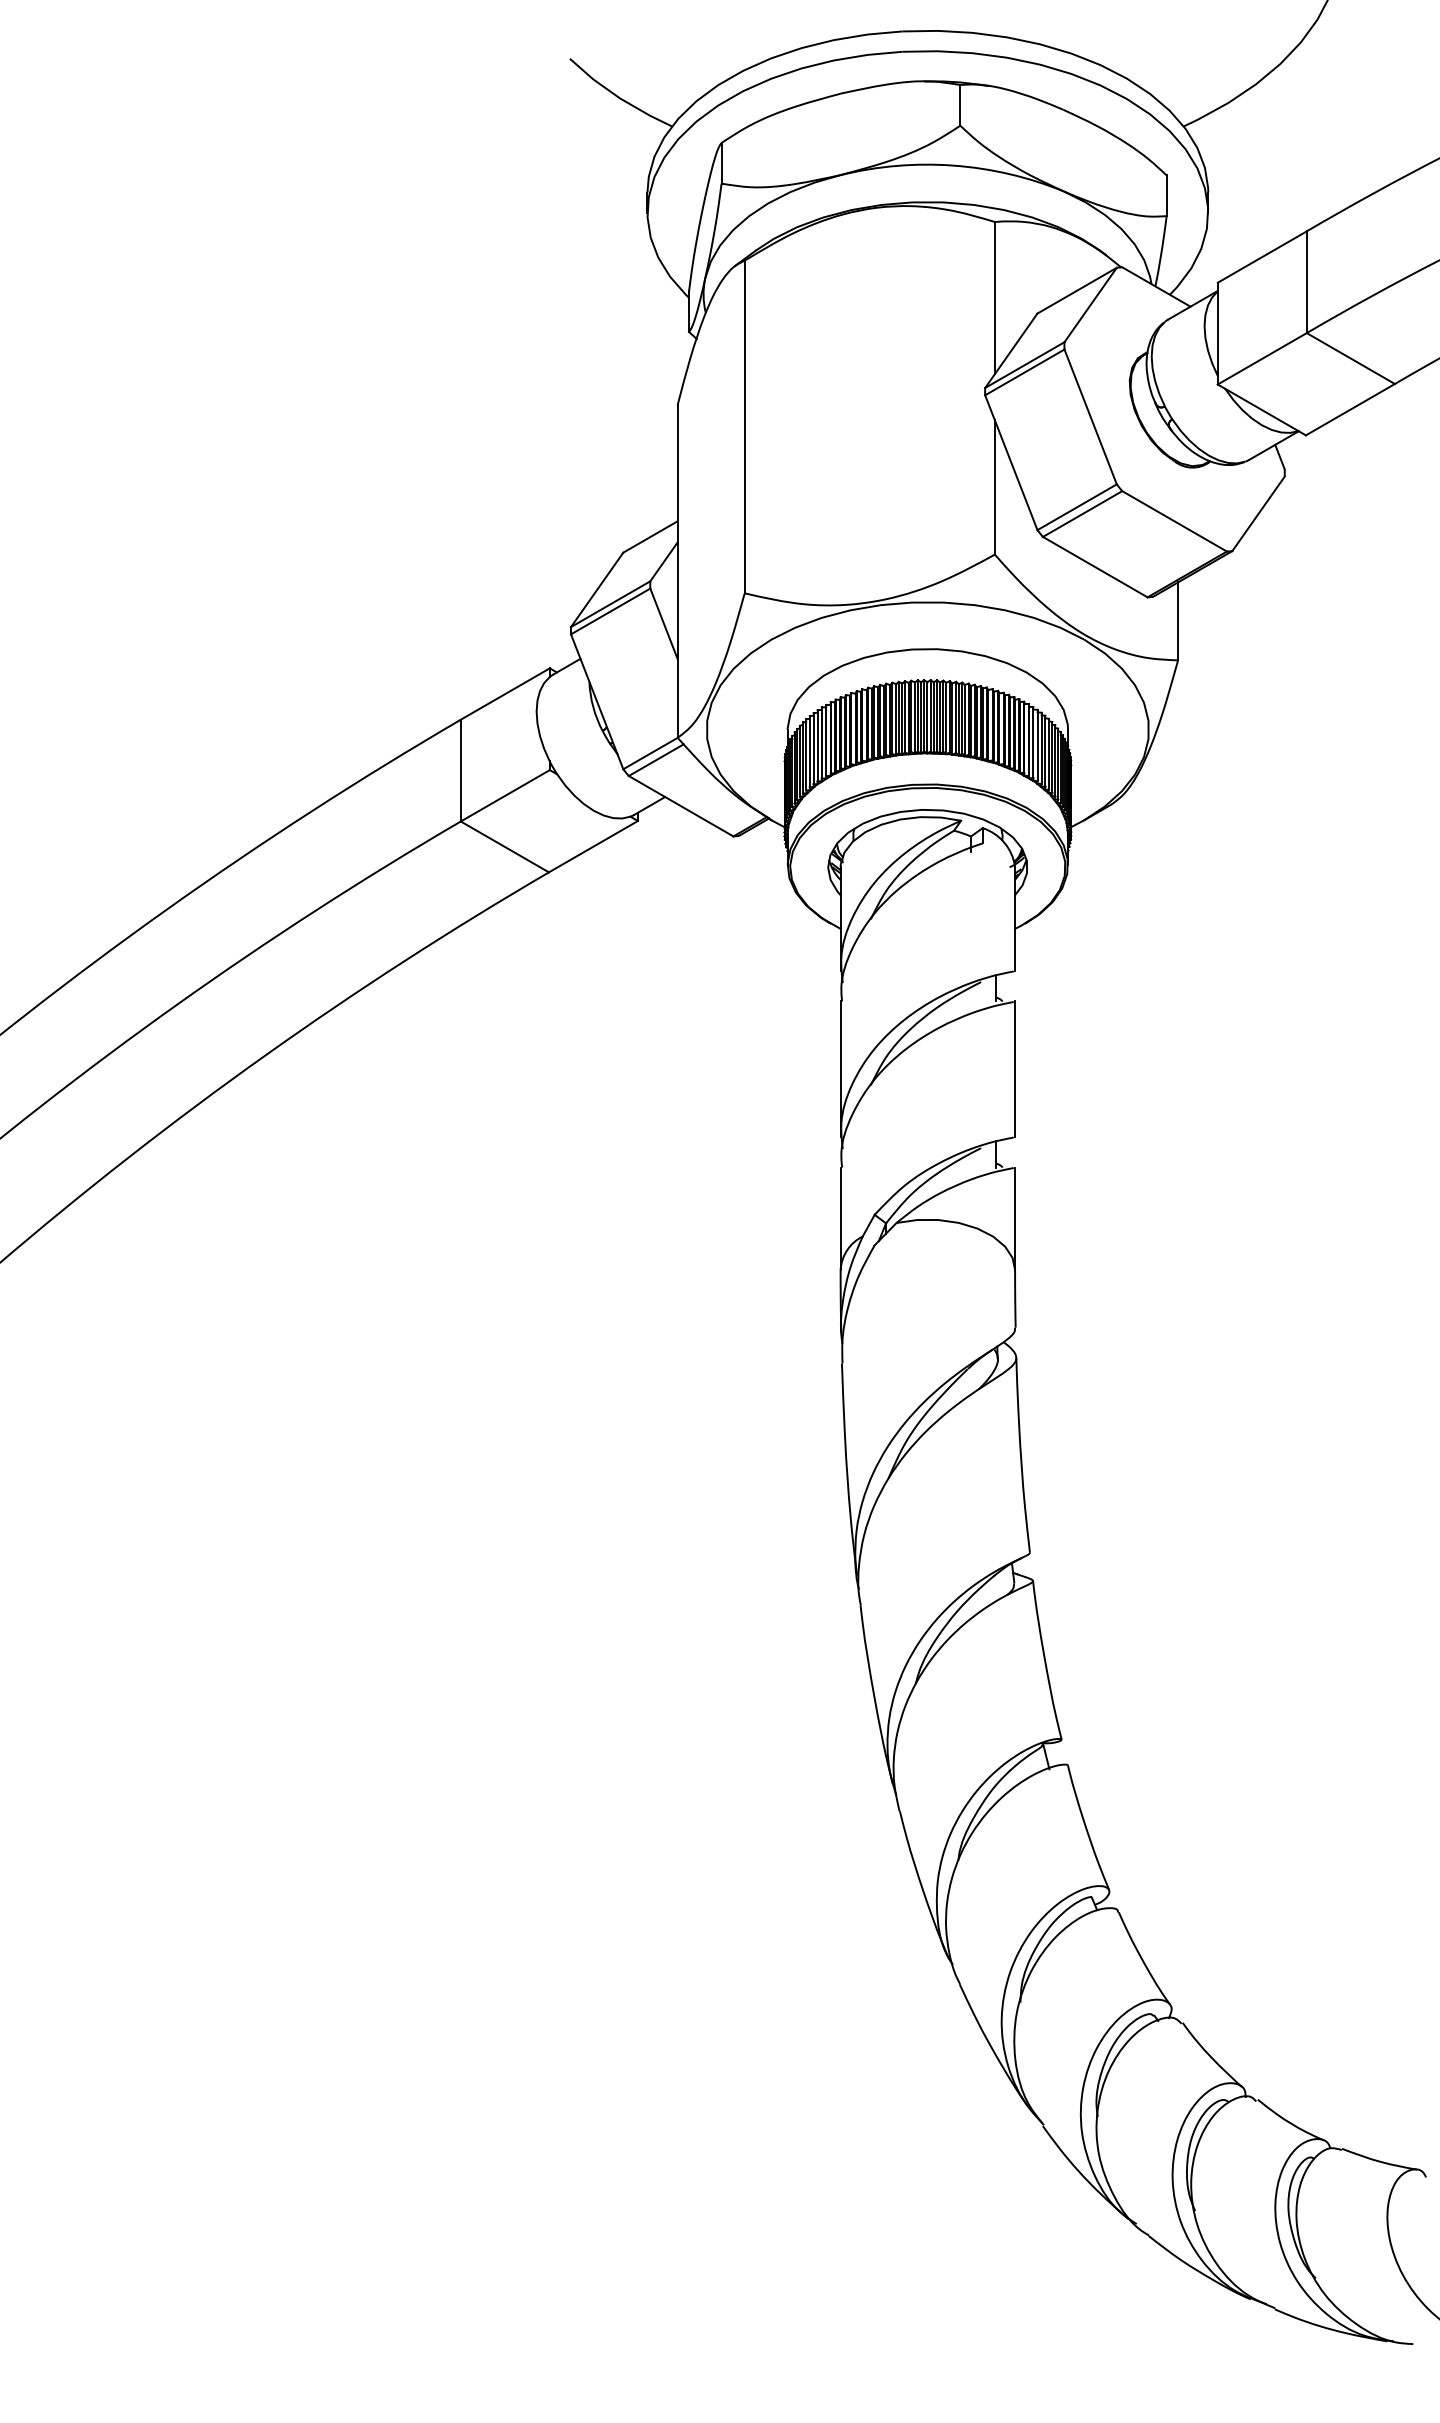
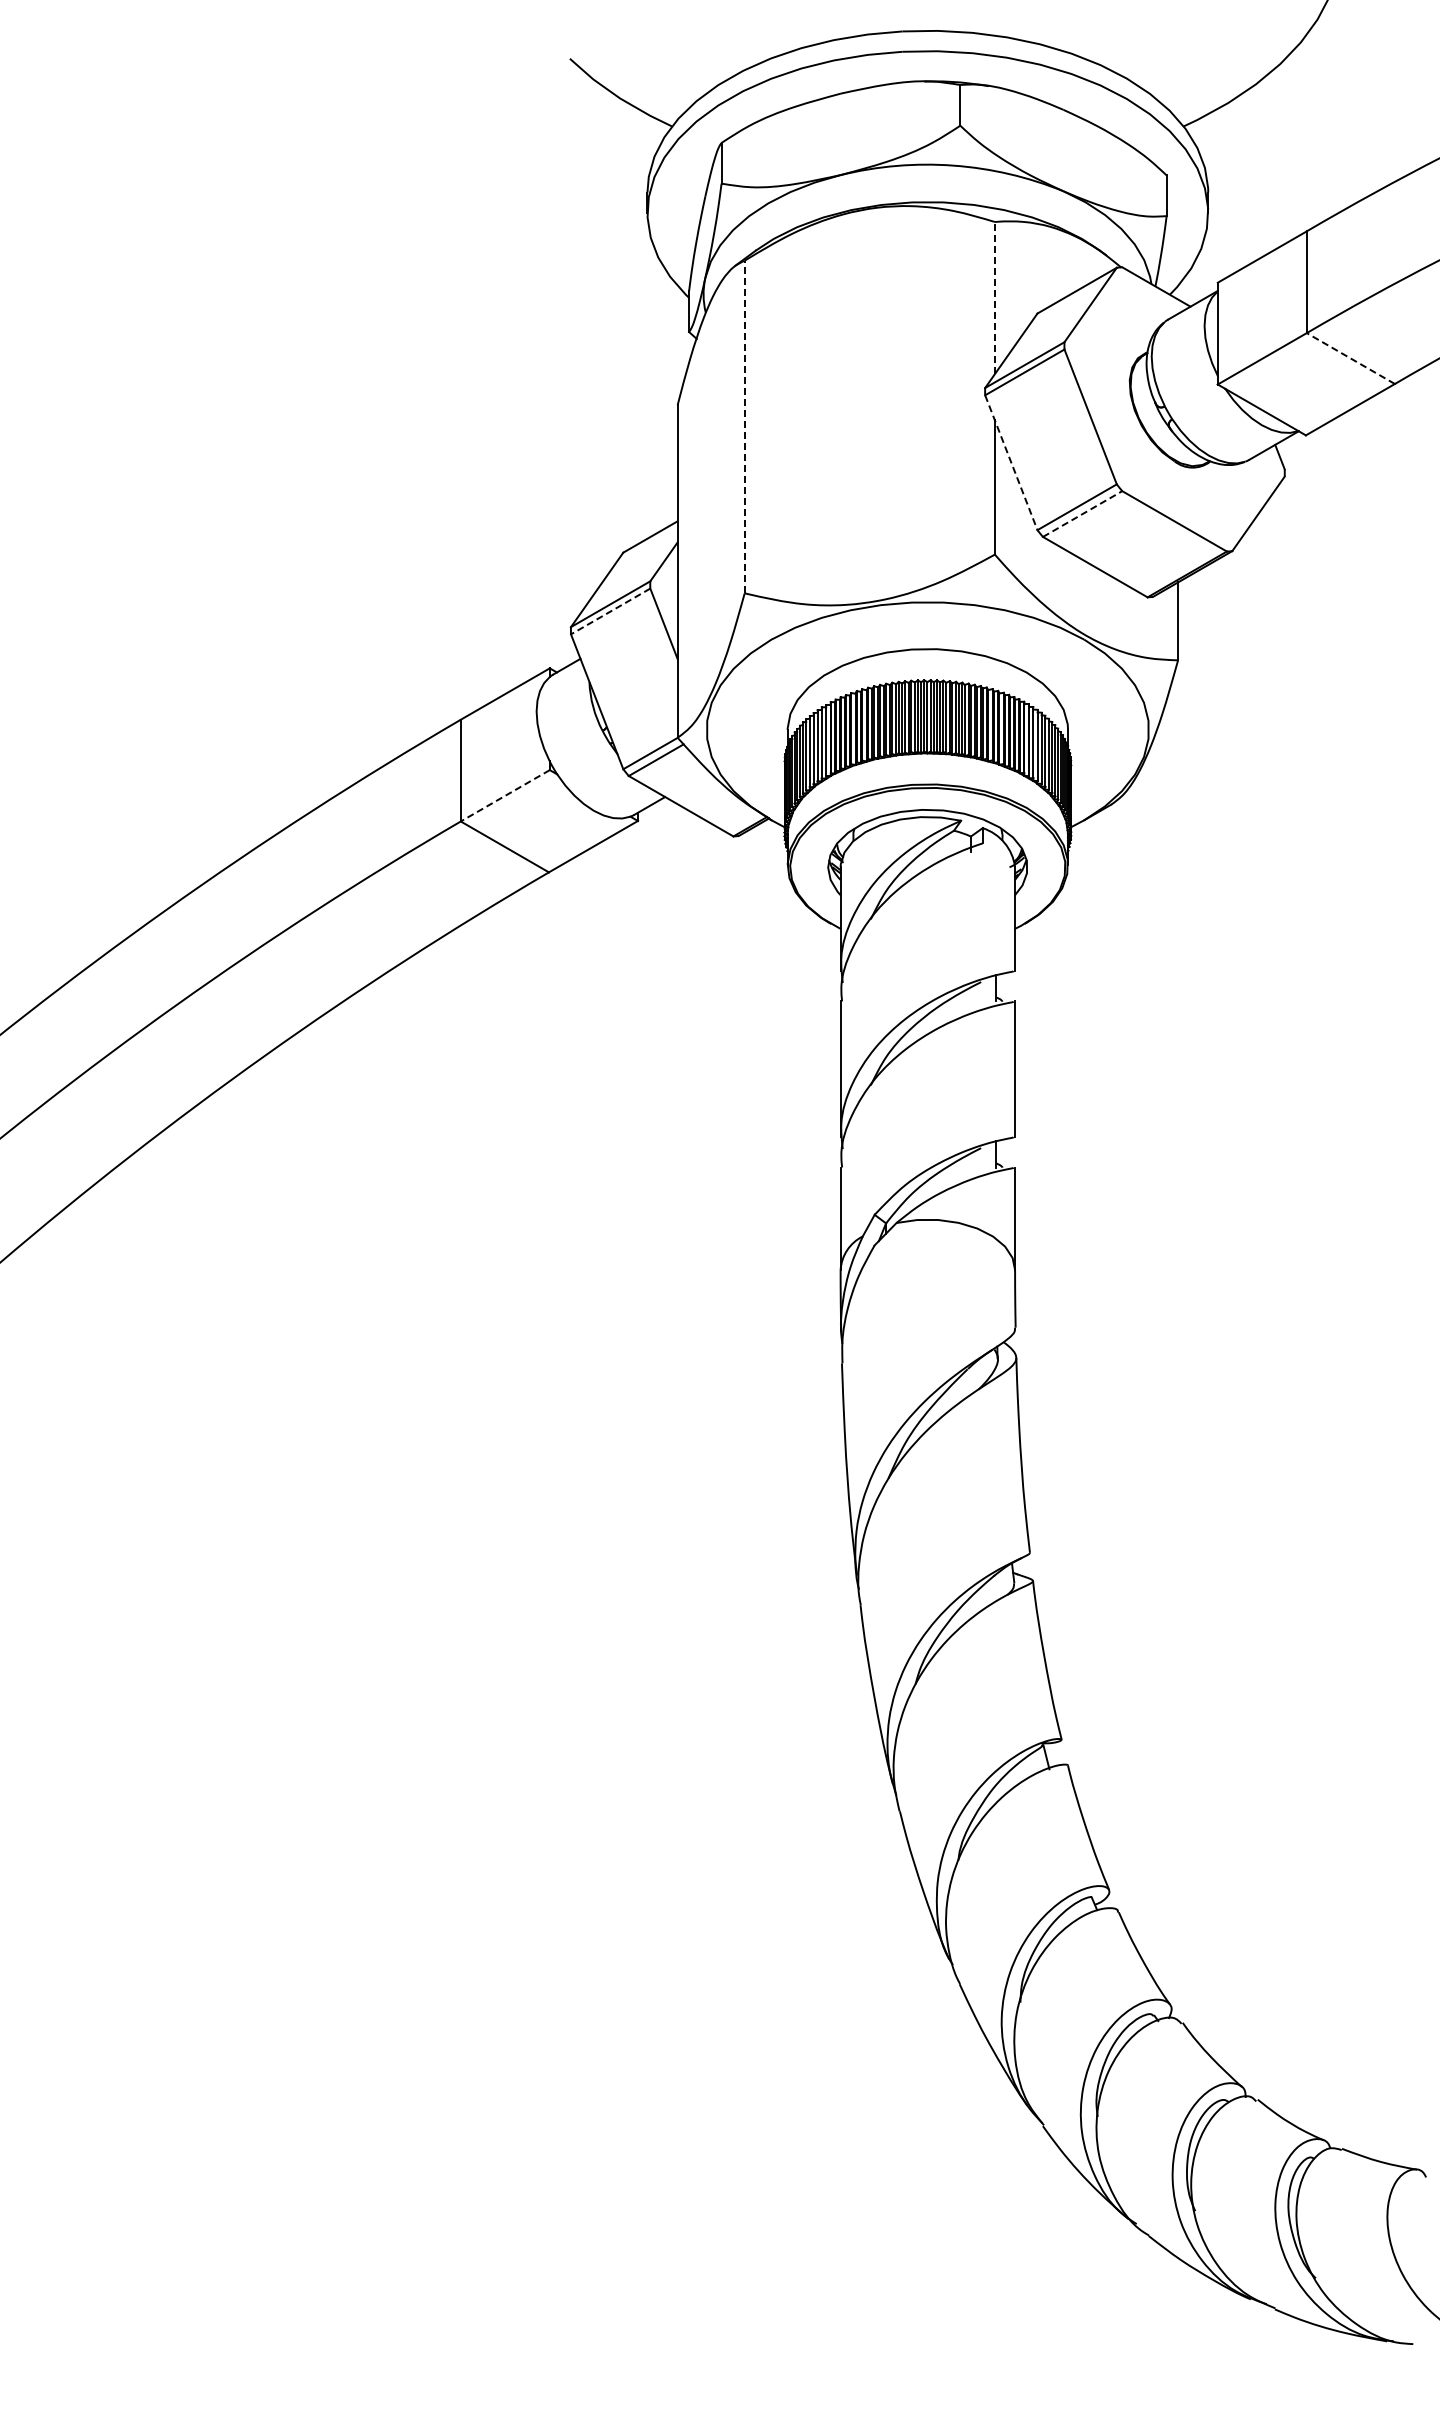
line at (994, 297): solid -> dashed
line at (1350, 358): solid -> dashed
line at (744, 426): solid -> dashed
line at (1011, 463): solid -> dashed
line at (1082, 514): solid -> dashed
line at (610, 611): solid -> dashed
line at (504, 796): solid -> dashed
